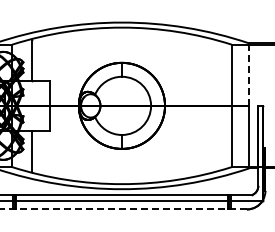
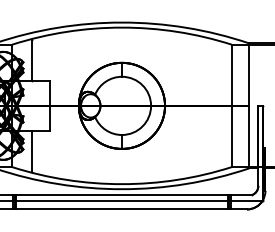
line at (249, 74): dashed -> solid
line at (123, 209): dashed -> solid
